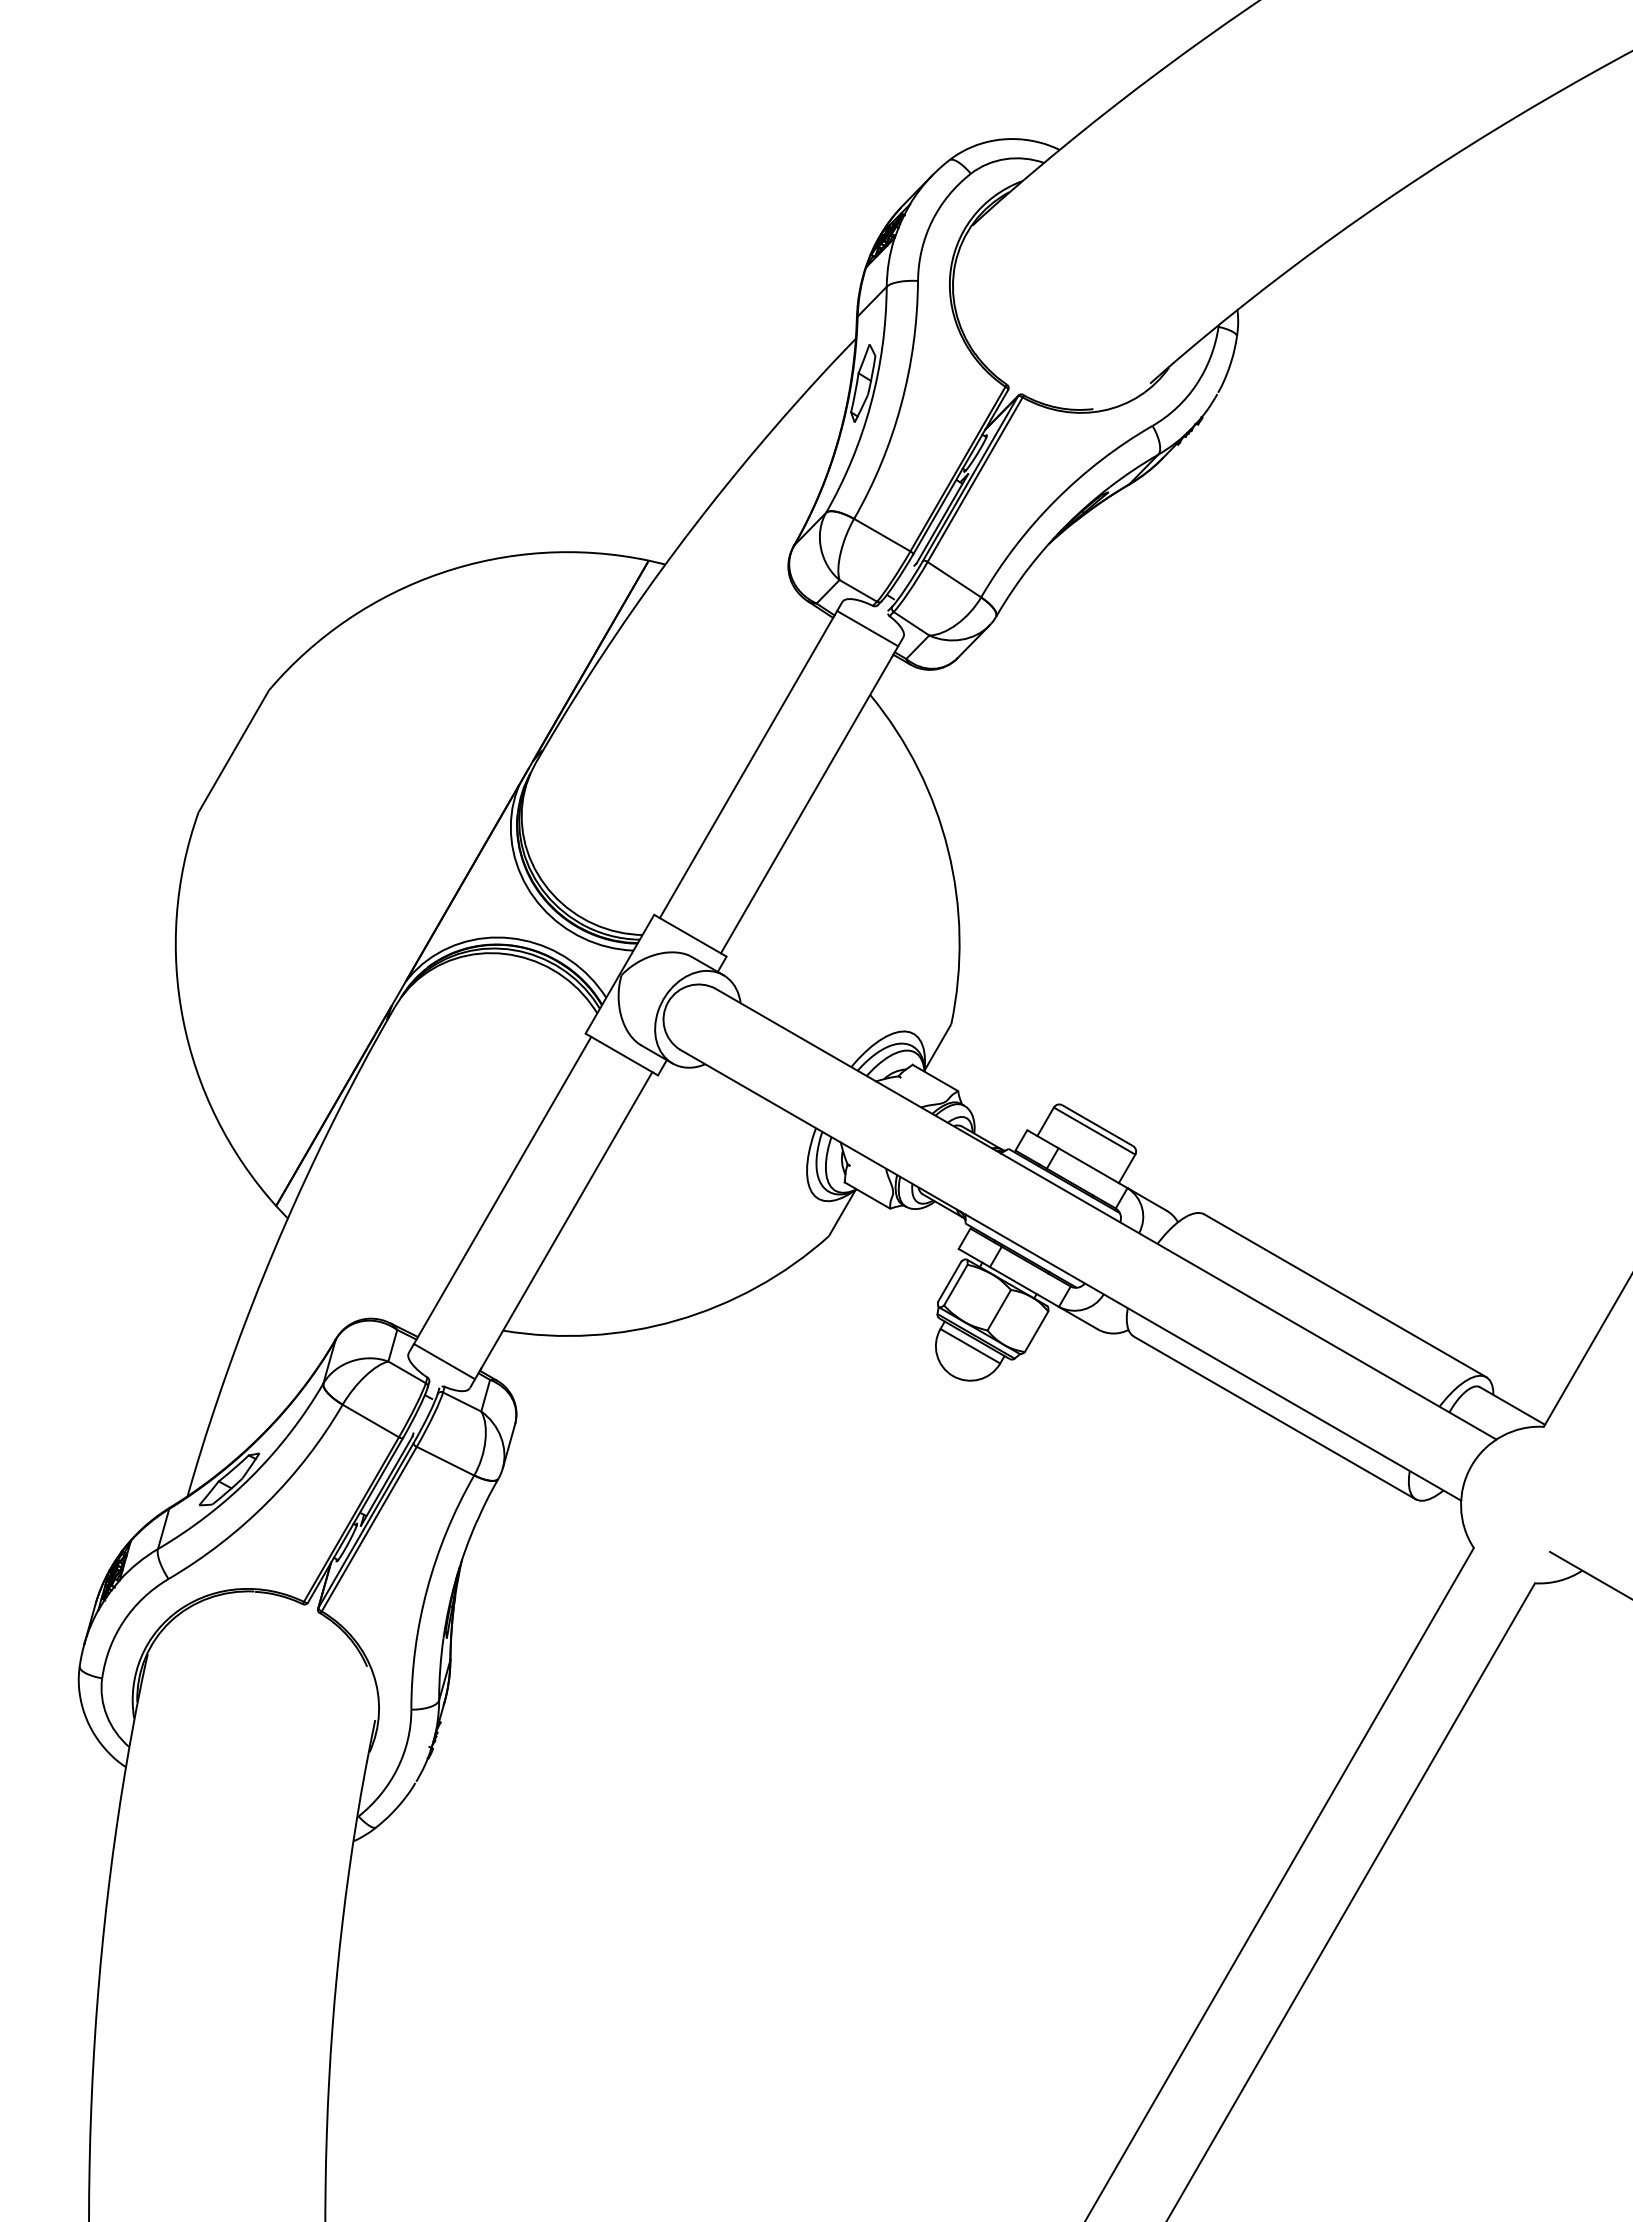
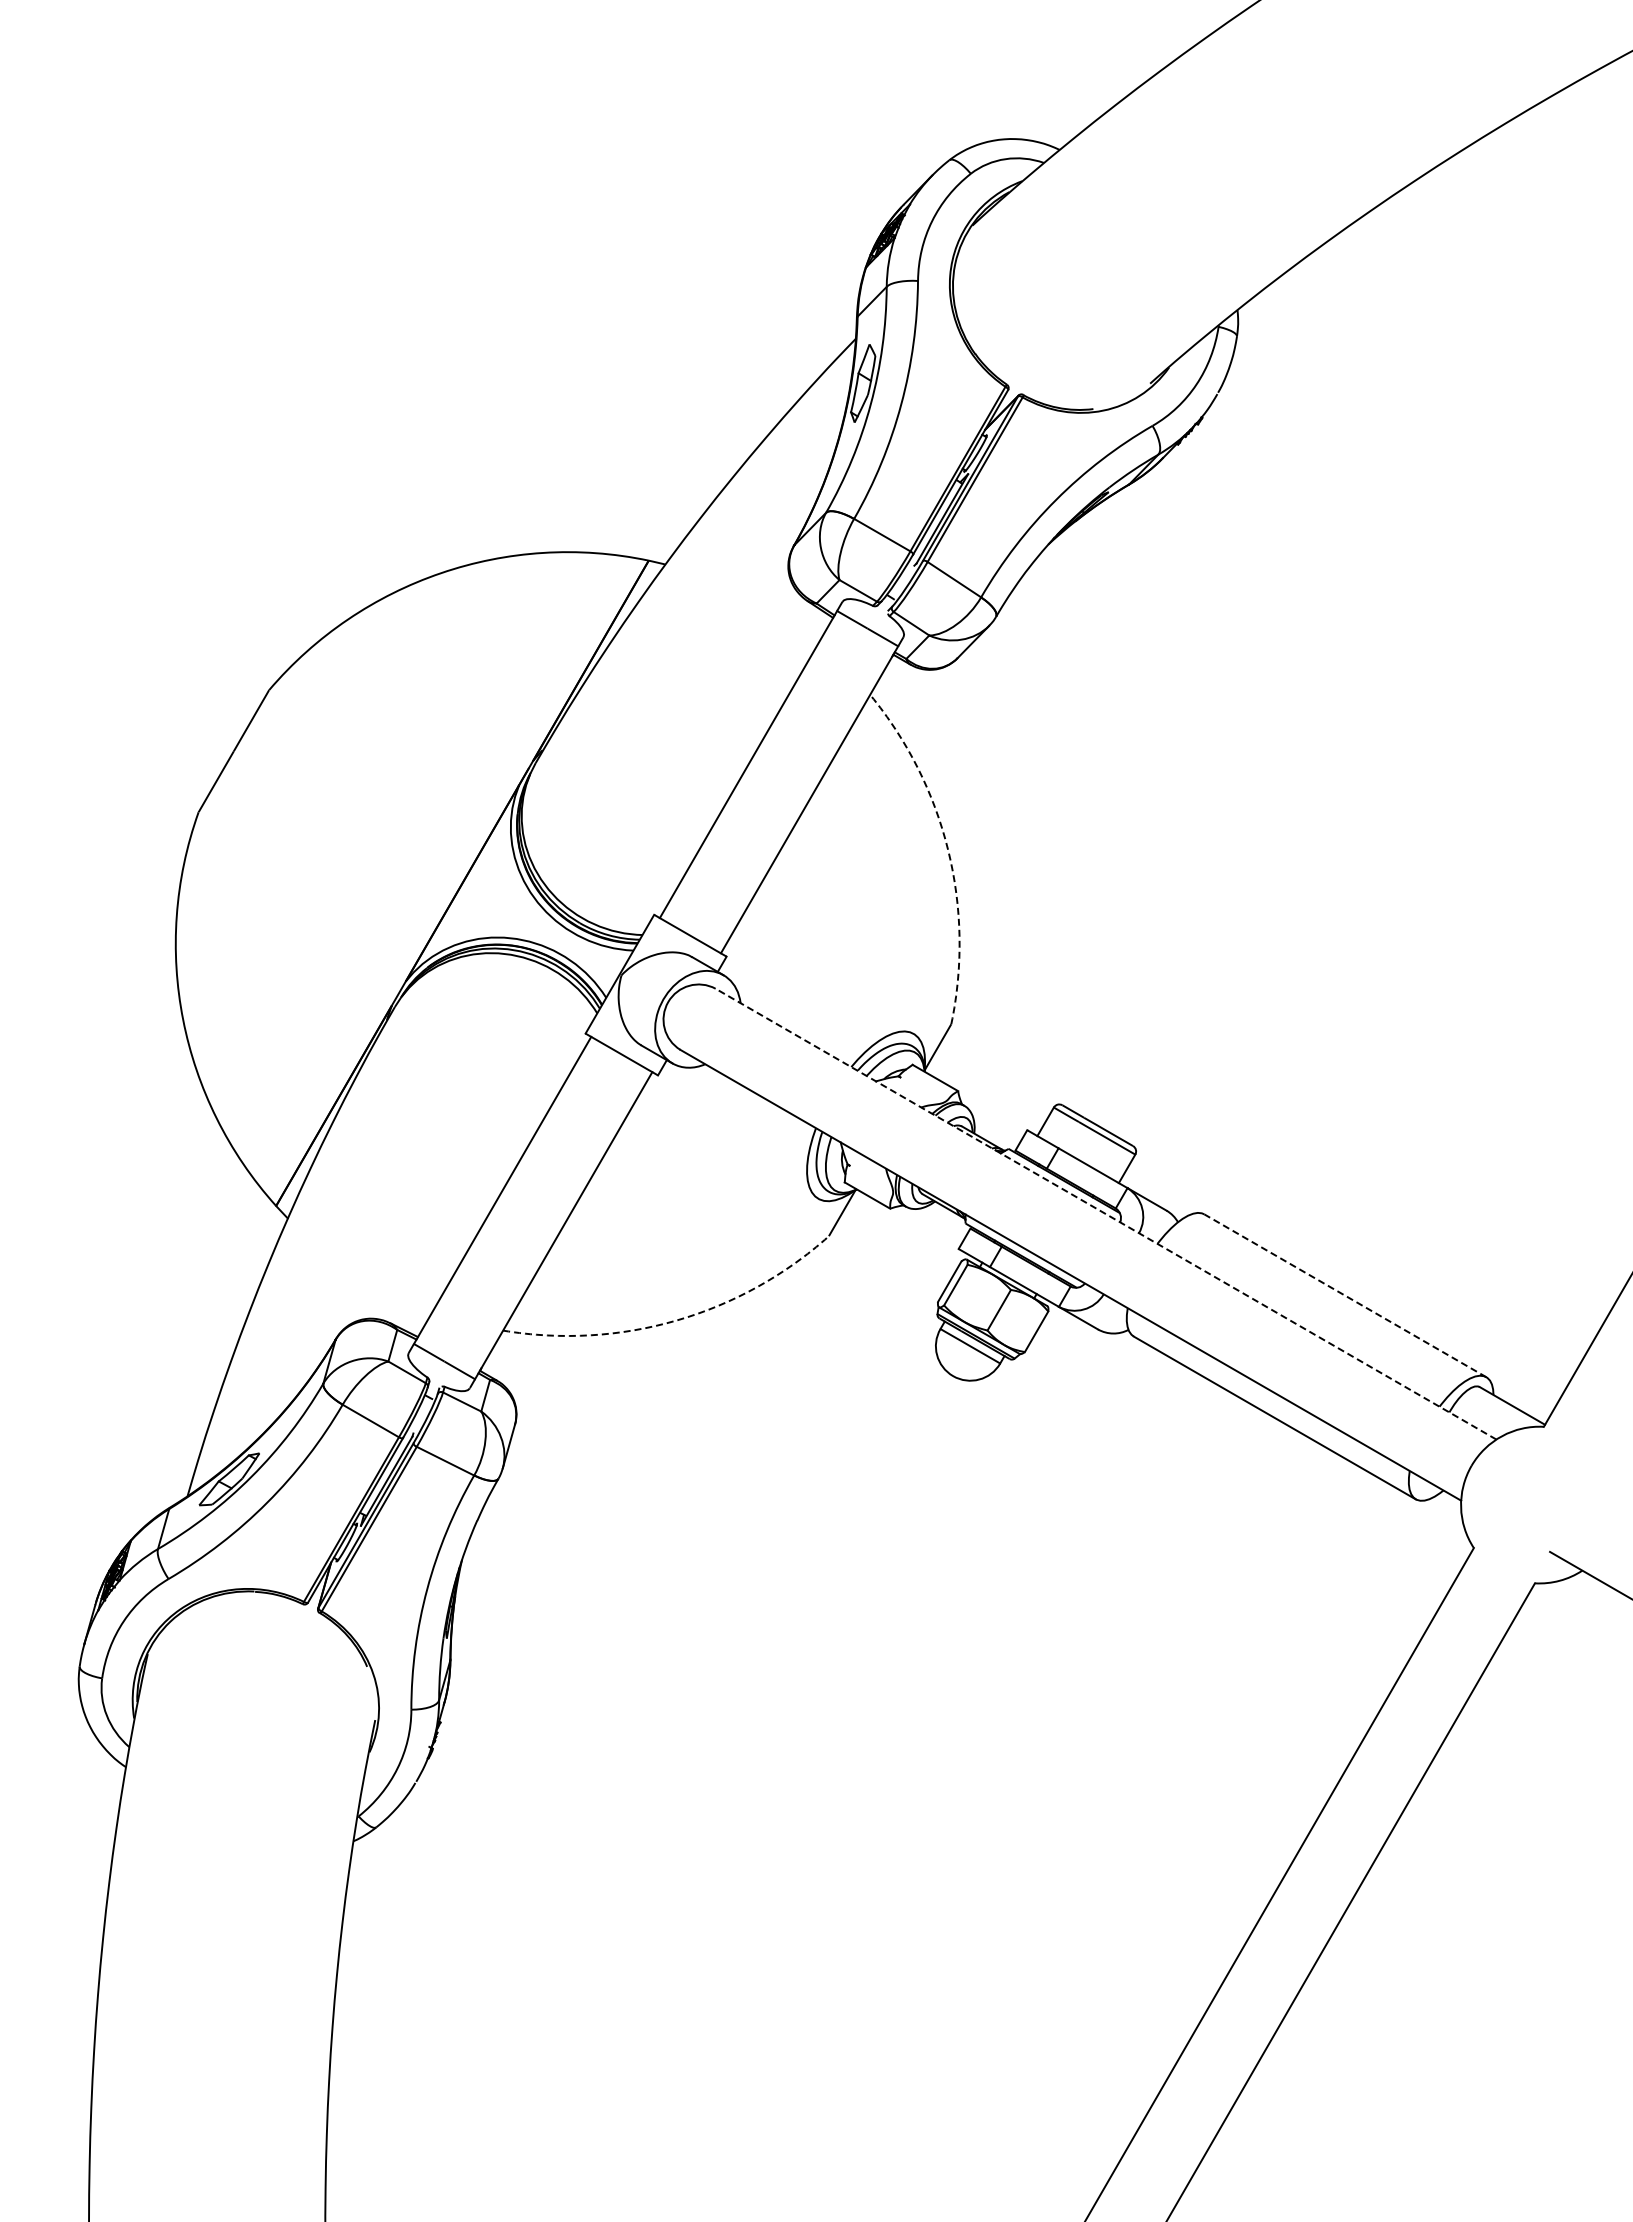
arc at (948, 850): solid -> dashed
line at (1106, 1214): solid -> dashed
line at (1345, 1295): solid -> dashed
arc at (676, 1320): solid -> dashed
